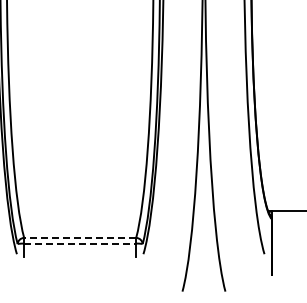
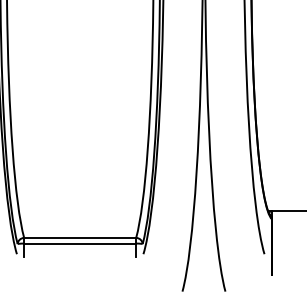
line at (80, 237): dashed -> solid
line at (80, 243): dashed -> solid
